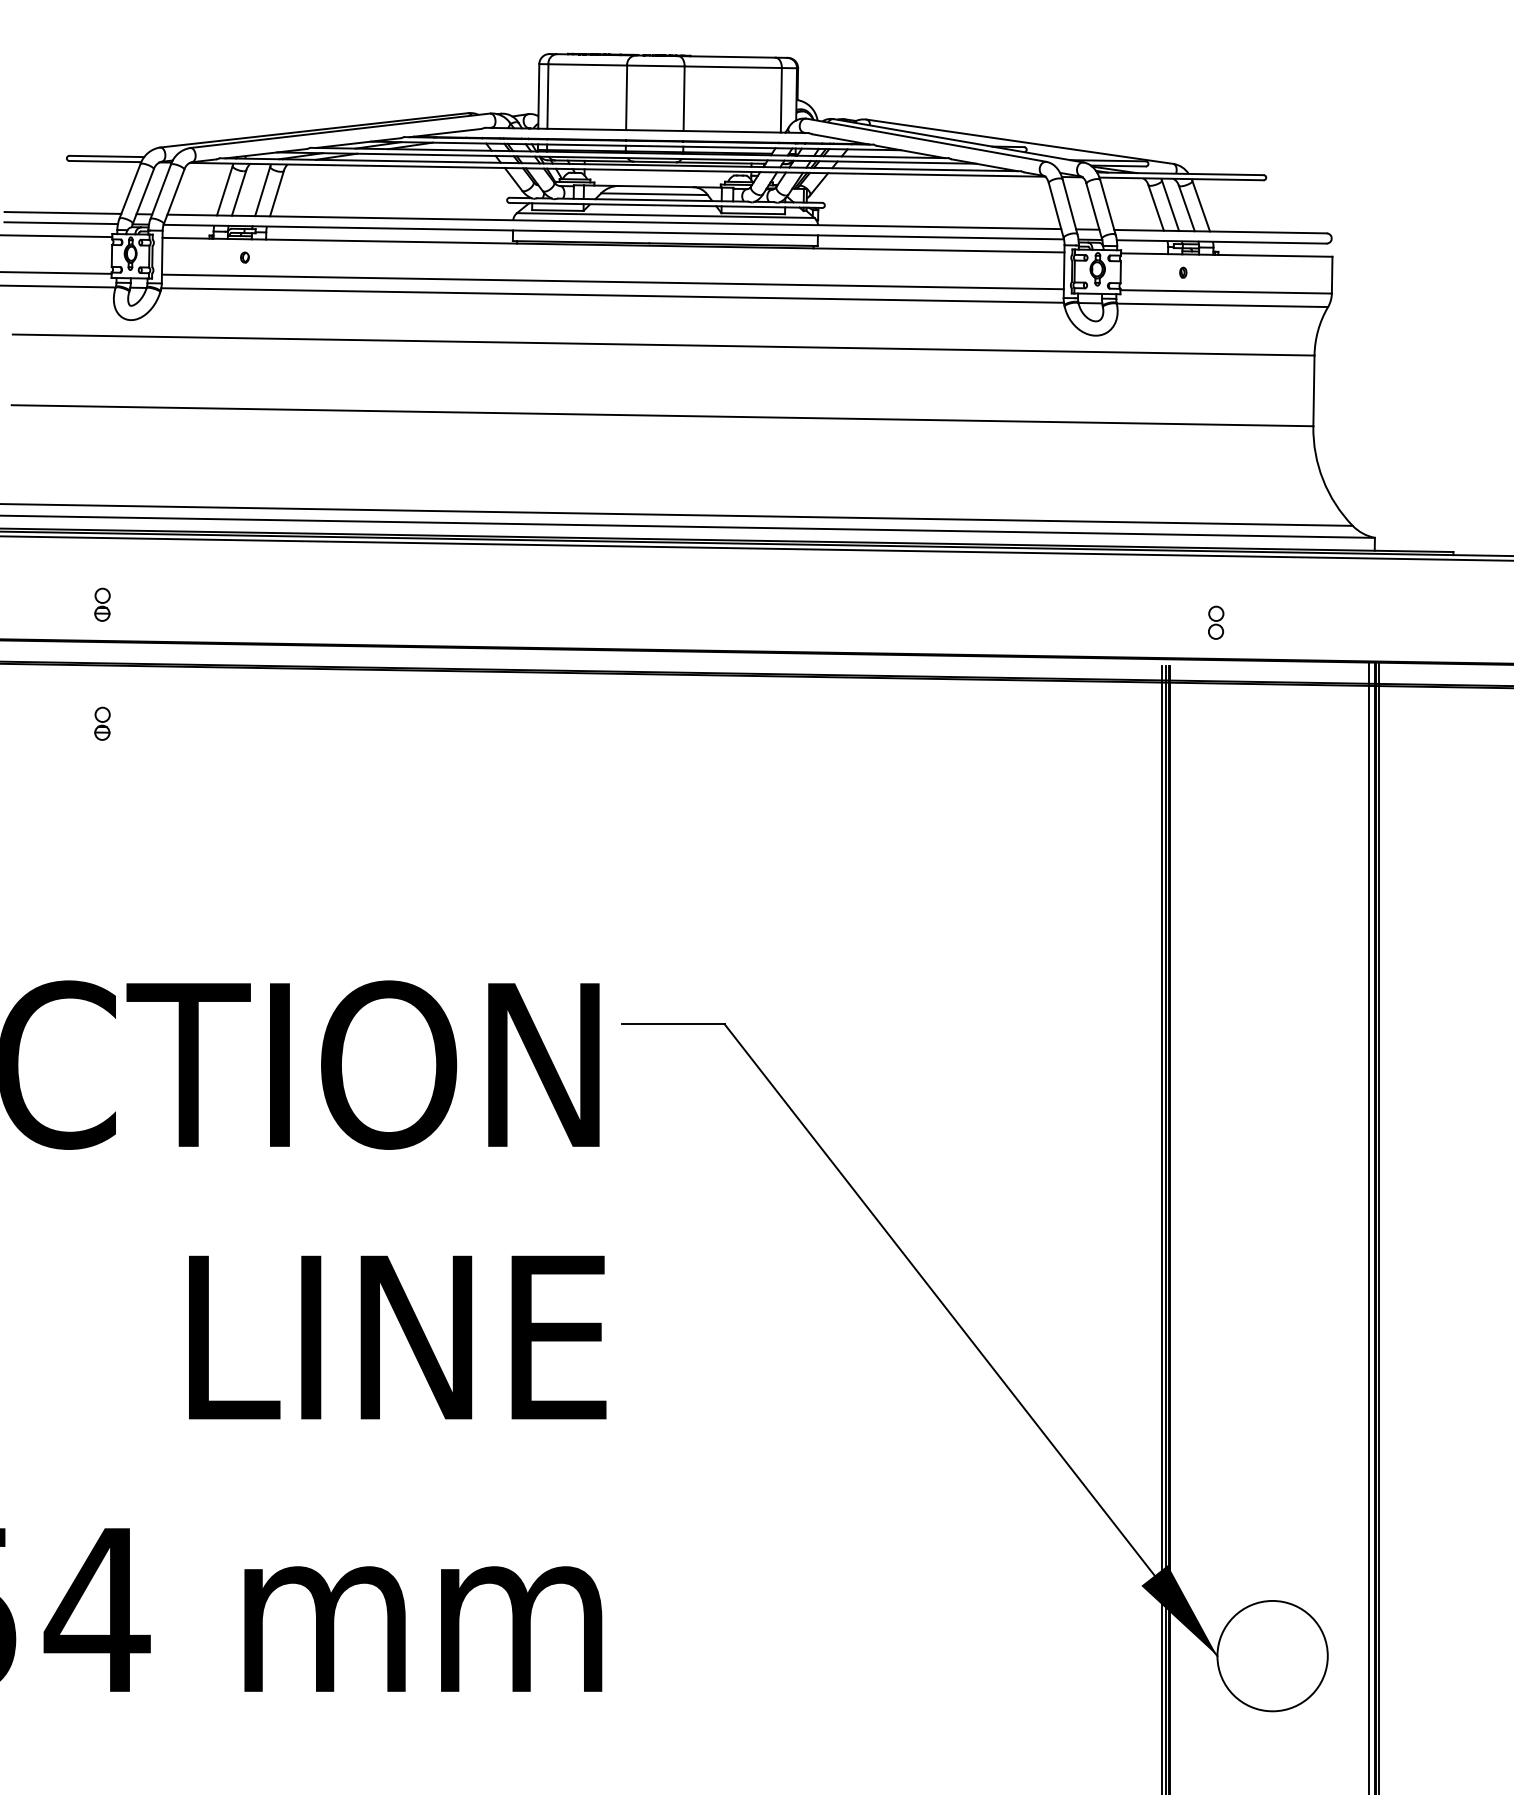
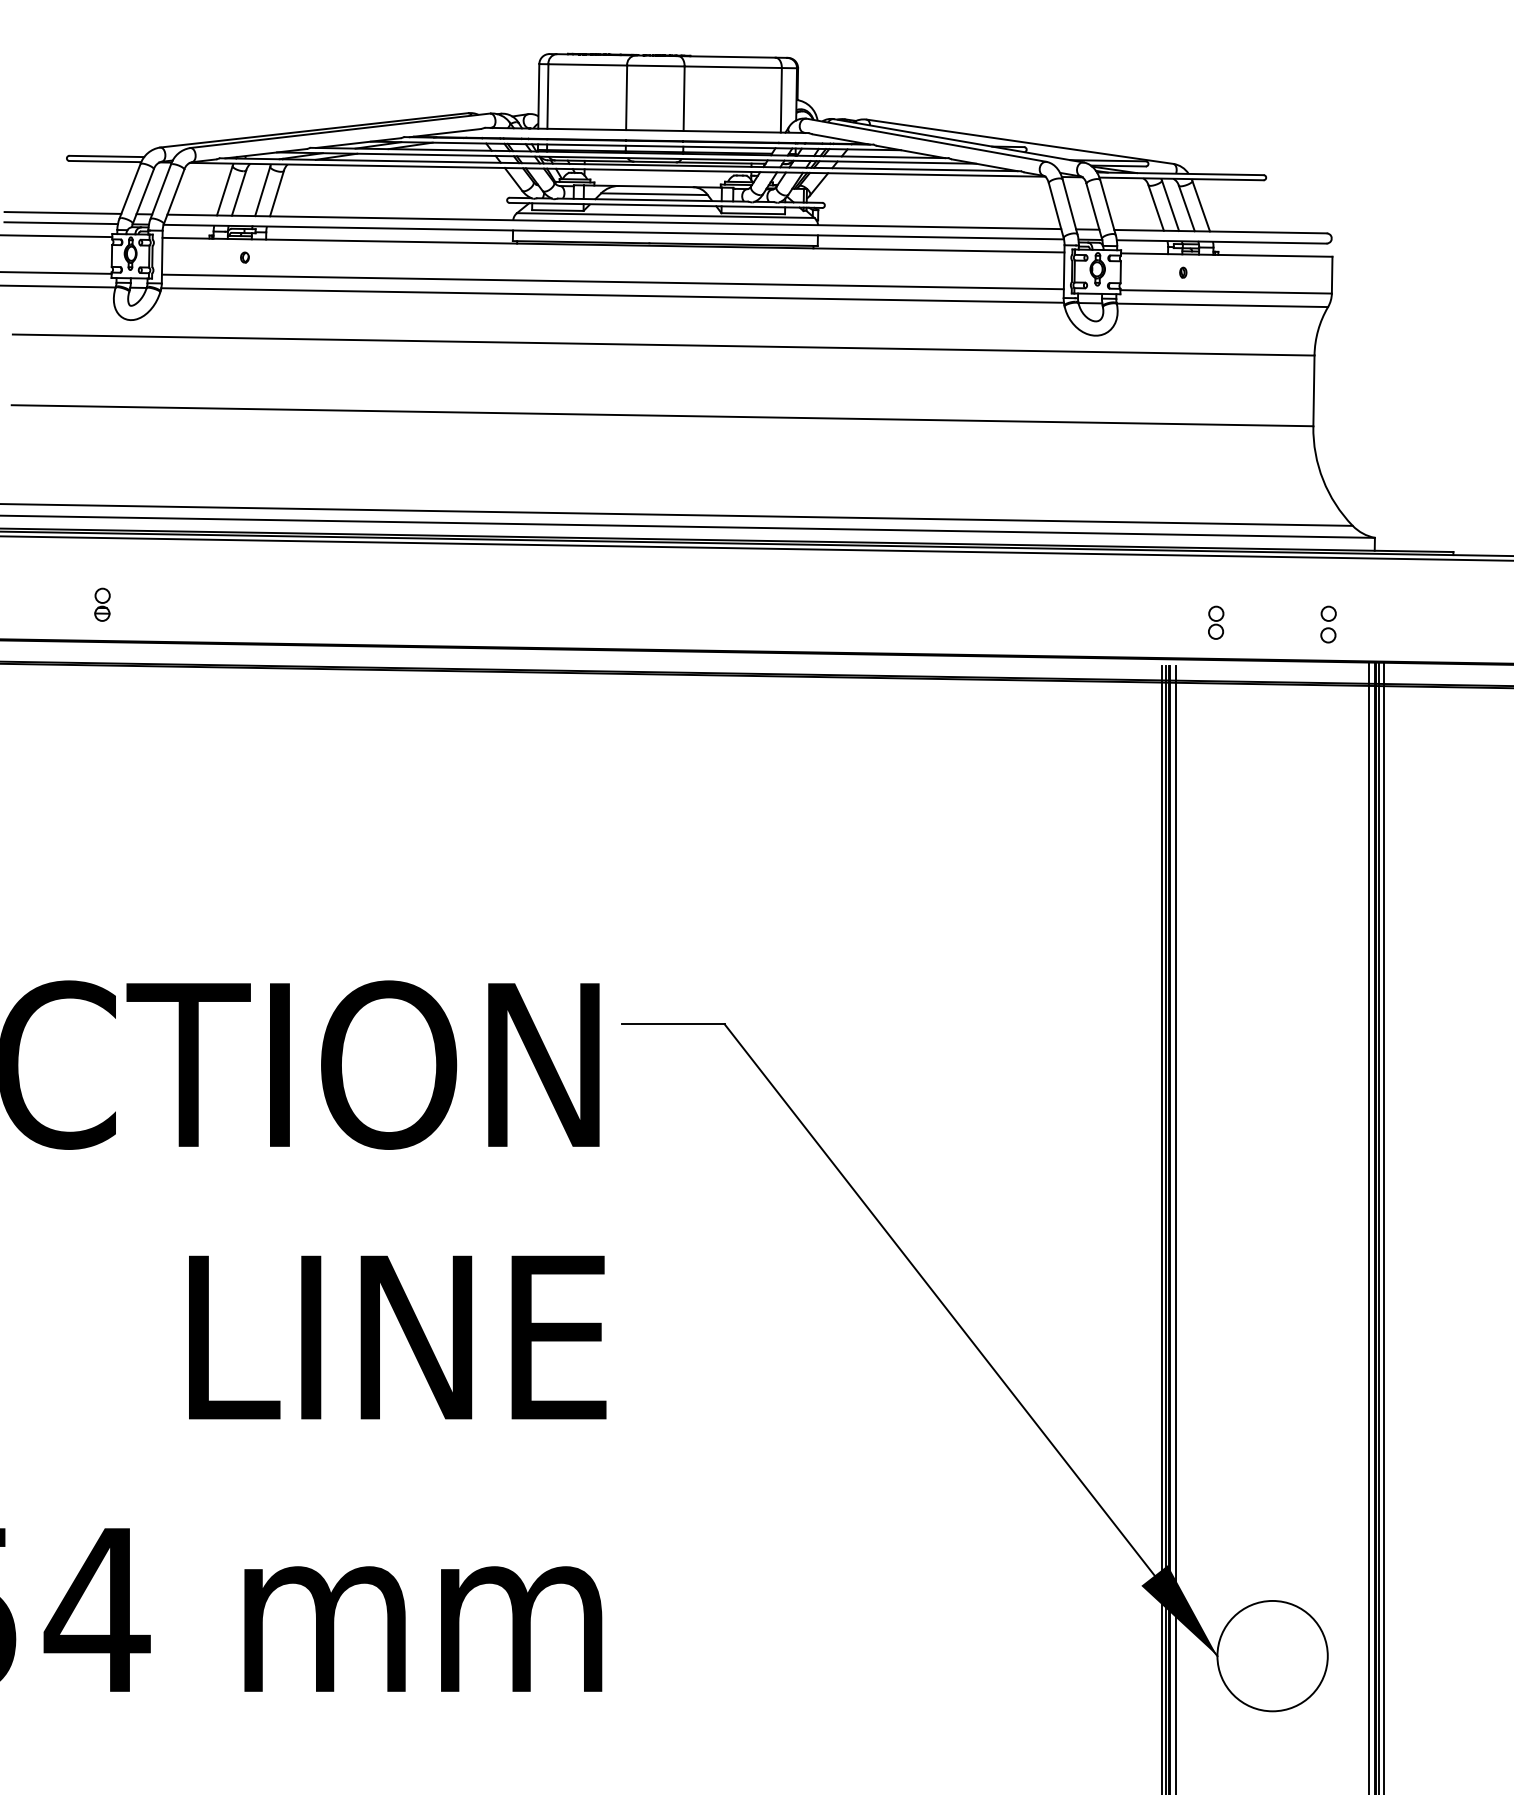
part at (1328, 624): none -> present
part at (102, 723): present -> none
line at (1383, 1226): none -> present
line at (1176, 1228): none -> present
